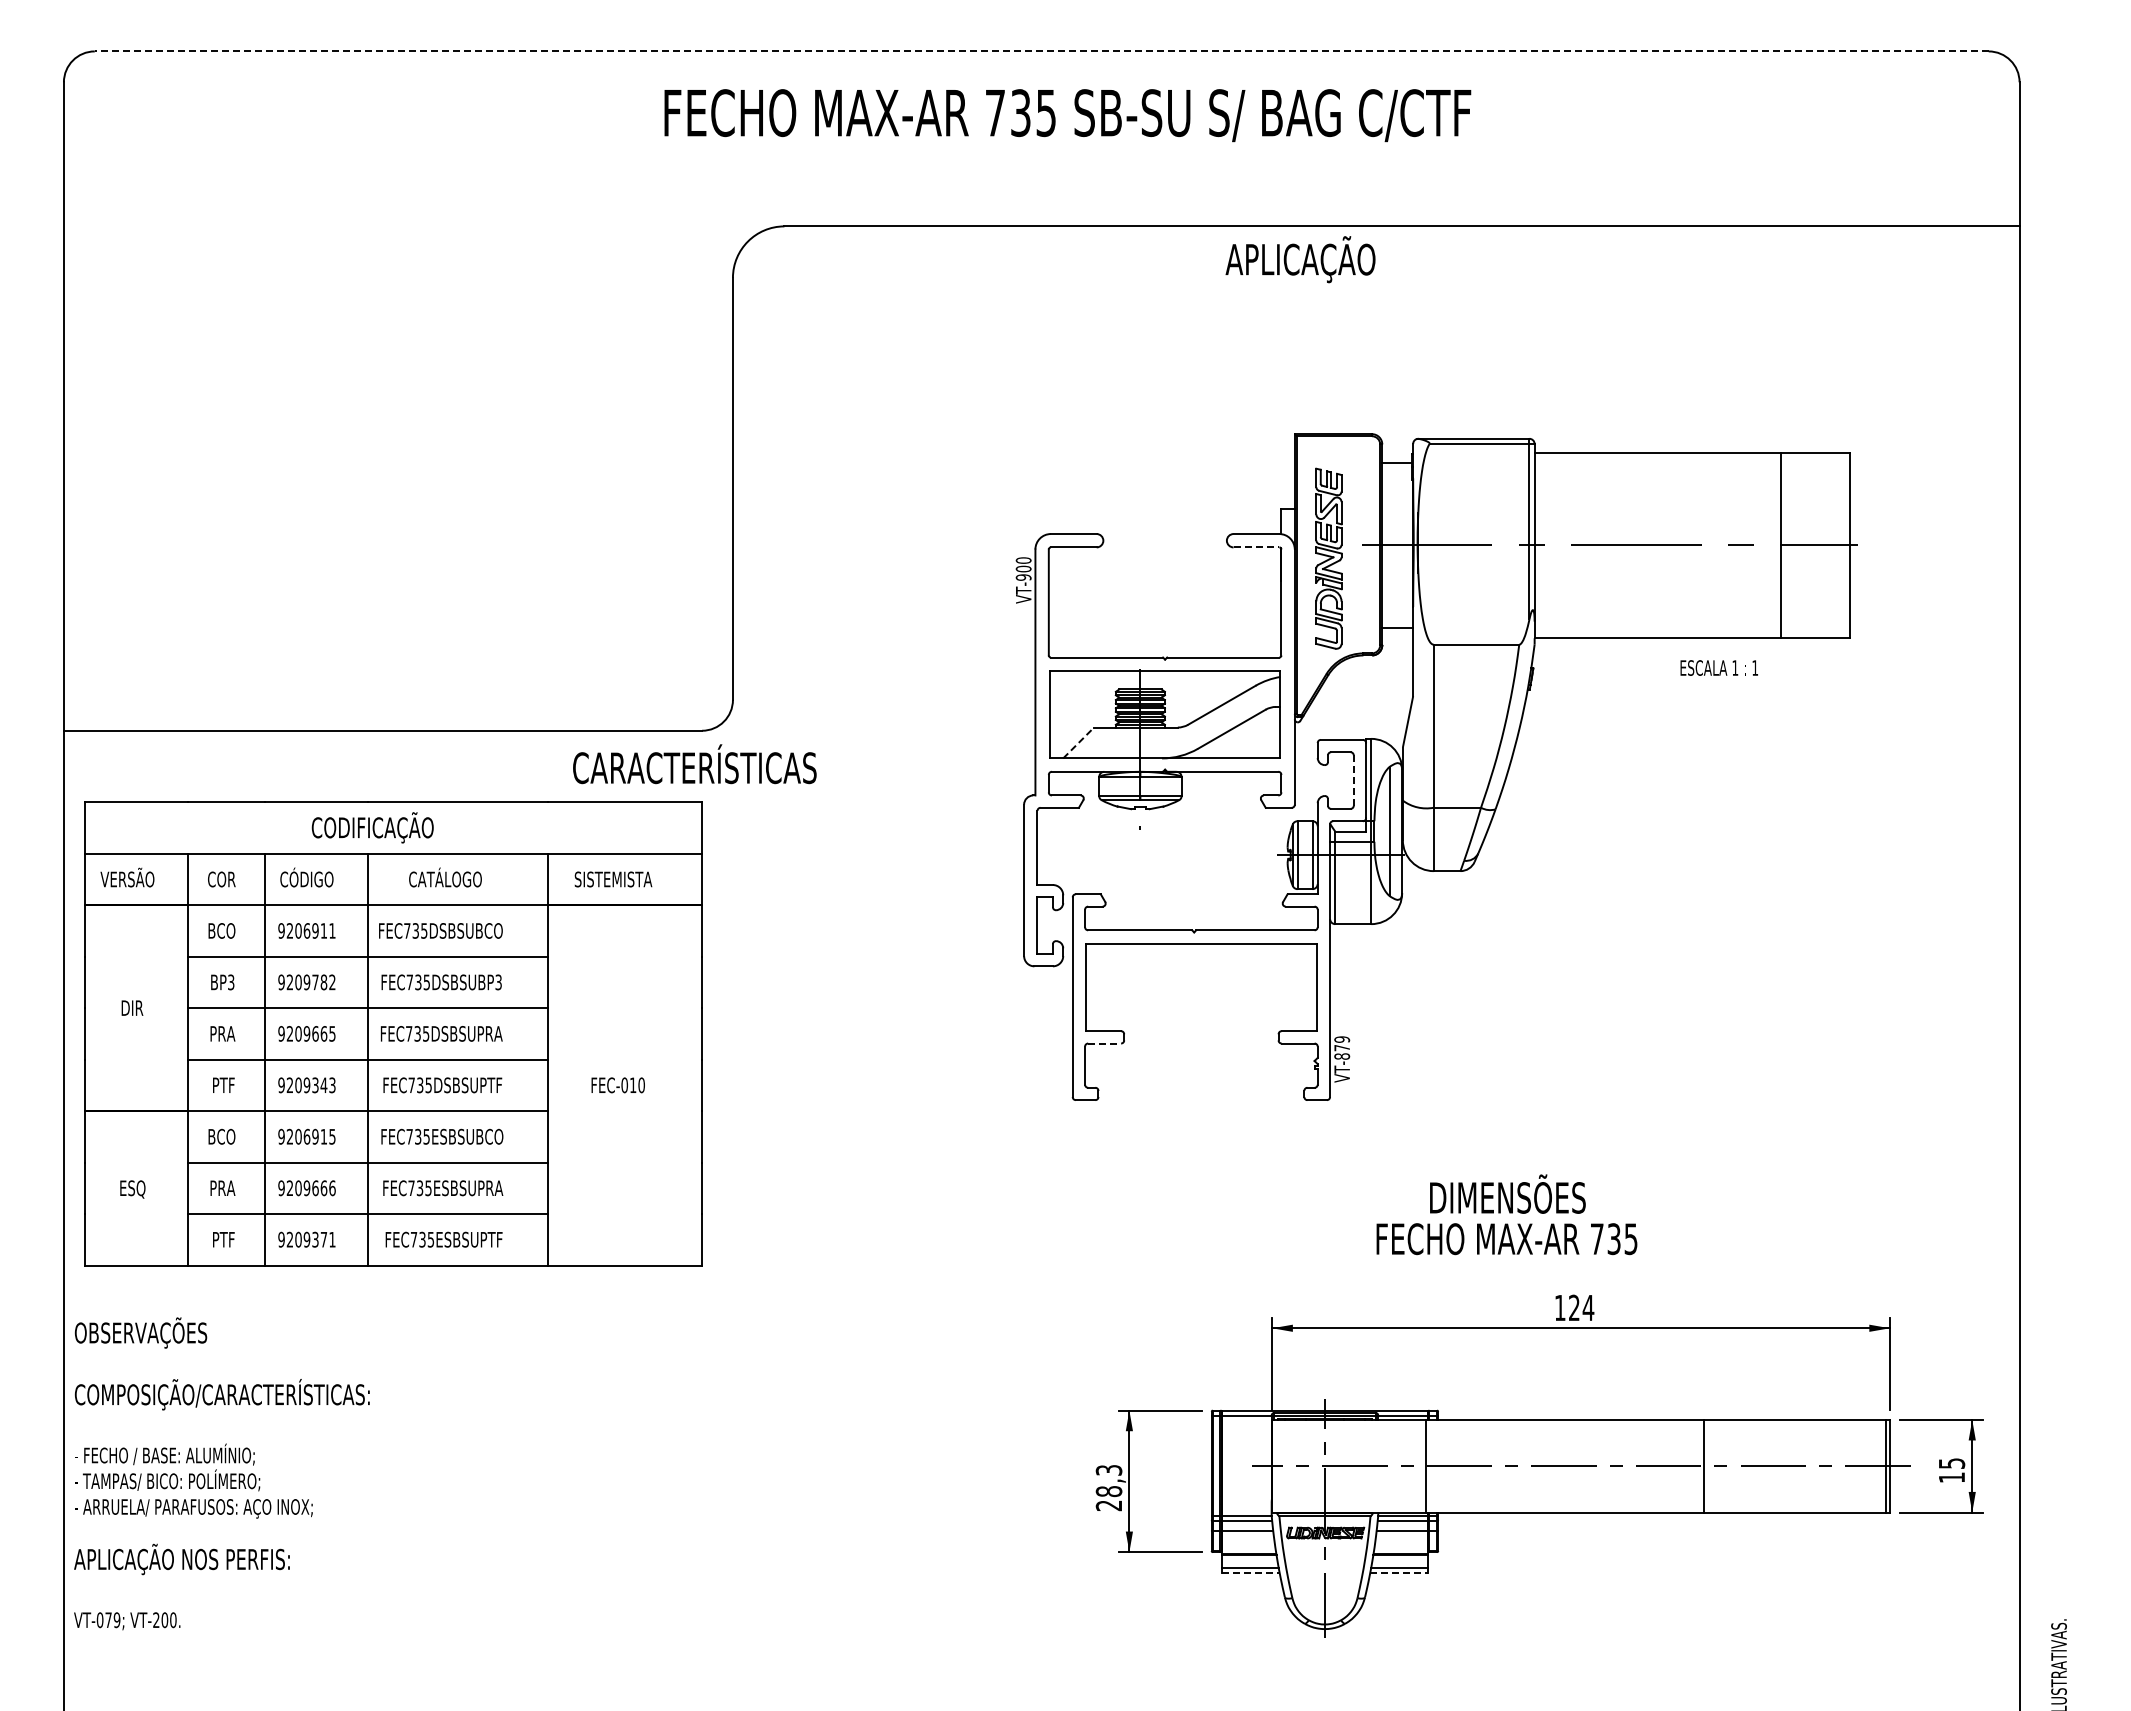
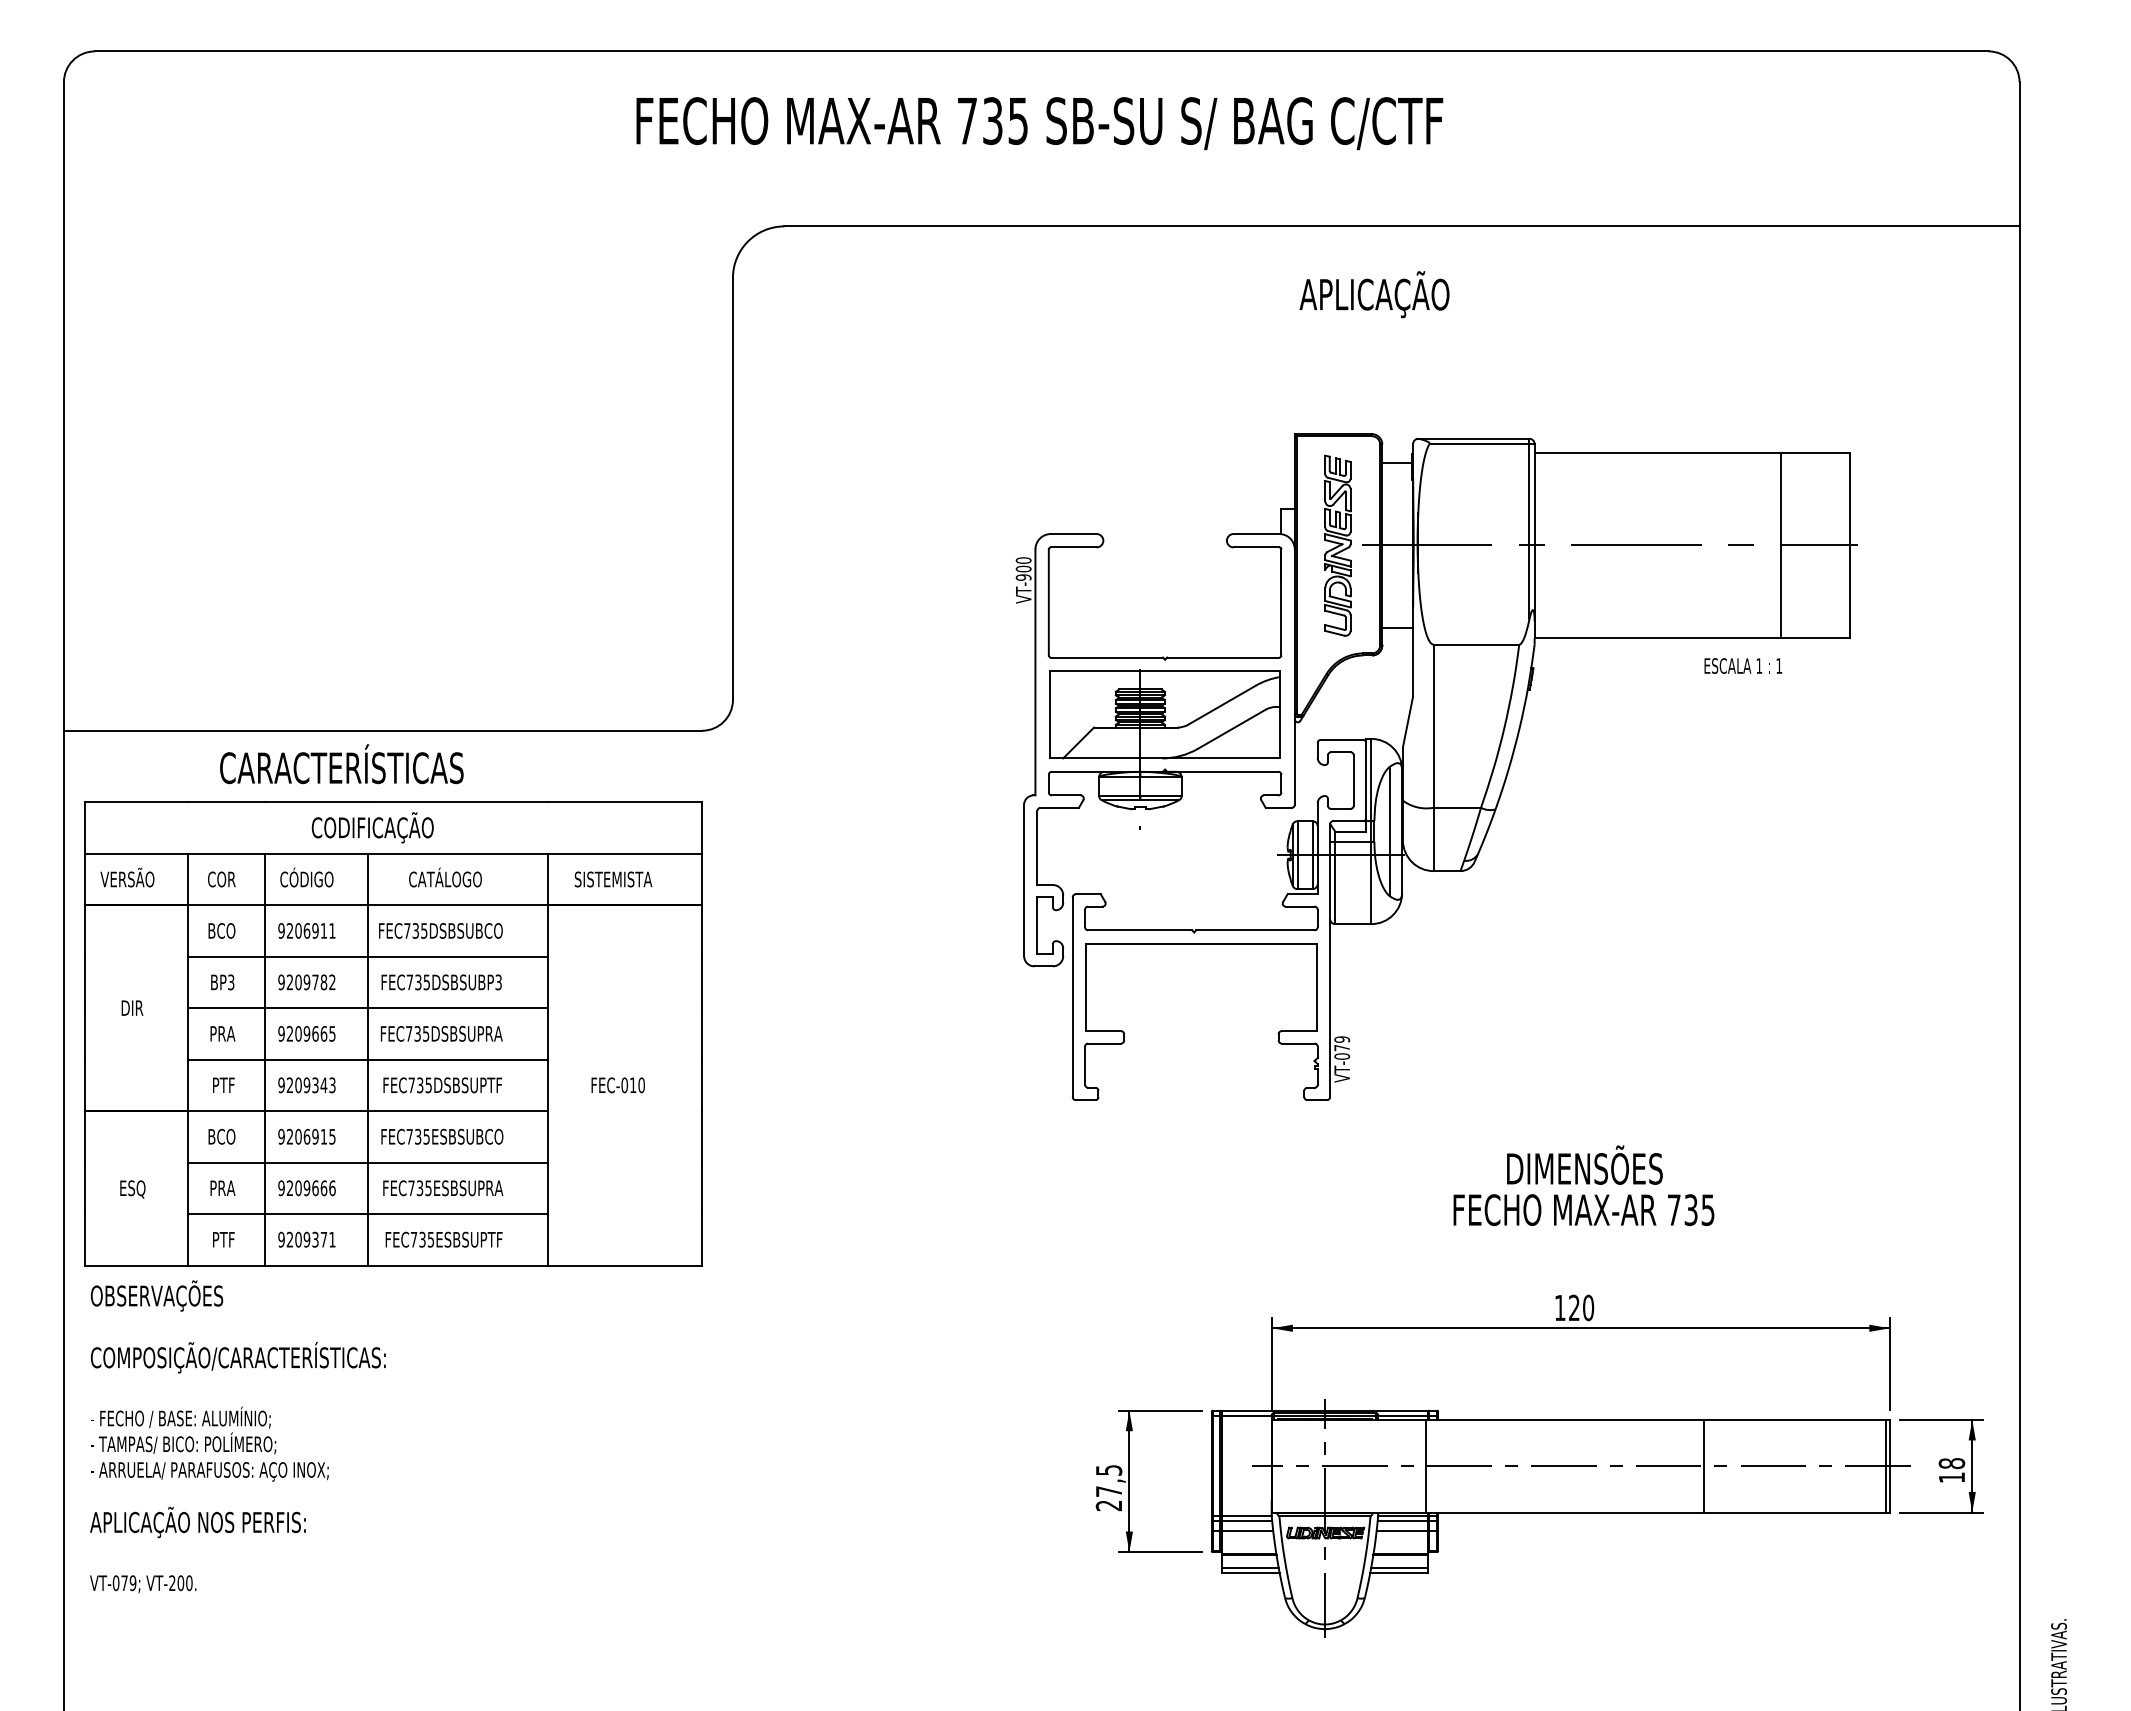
line at (1041, 51): dashed -> solid
text at (1067, 115) position: (1067, 115) -> (1039, 123)
text at (1300, 259) position: (1300, 259) -> (1374, 294)
line at (1256, 547): dashed -> solid
part at (1328, 558) position: (1328, 558) -> (1337, 545)
text at (1718, 667) position: (1718, 667) -> (1742, 665)
line at (1078, 742): dashed -> solid
text at (694, 764) position: (694, 764) -> (341, 764)
line at (1353, 781): dashed -> solid
line at (1105, 1043): dashed -> solid
text at (1341, 1056): VT-879 -> VT-079
text at (1506, 1214) position: (1506, 1214) -> (1583, 1185)
text at (1588, 1307): 124 -> 120
text at (1951, 1463): 15 -> 18
text at (221, 1473) position: (221, 1473) -> (237, 1436)
text at (1108, 1481): 28,3 -> 27,5
line at (1250, 1572): dashed -> solid
line at (1399, 1572): dashed -> solid
